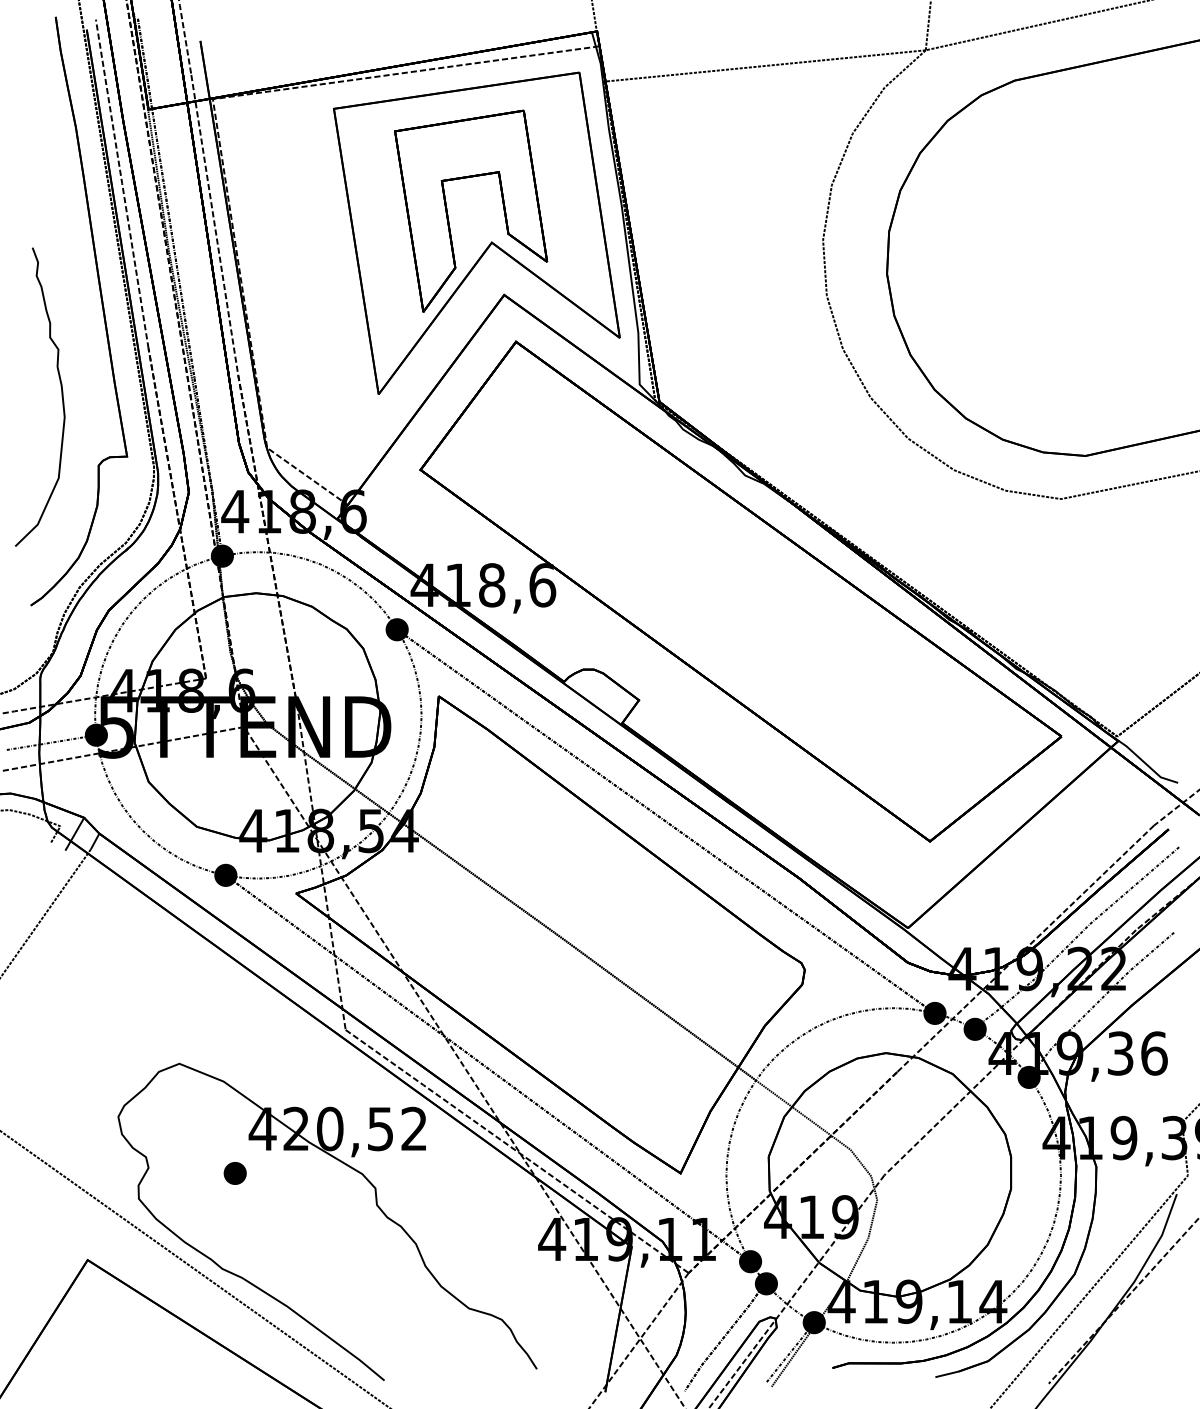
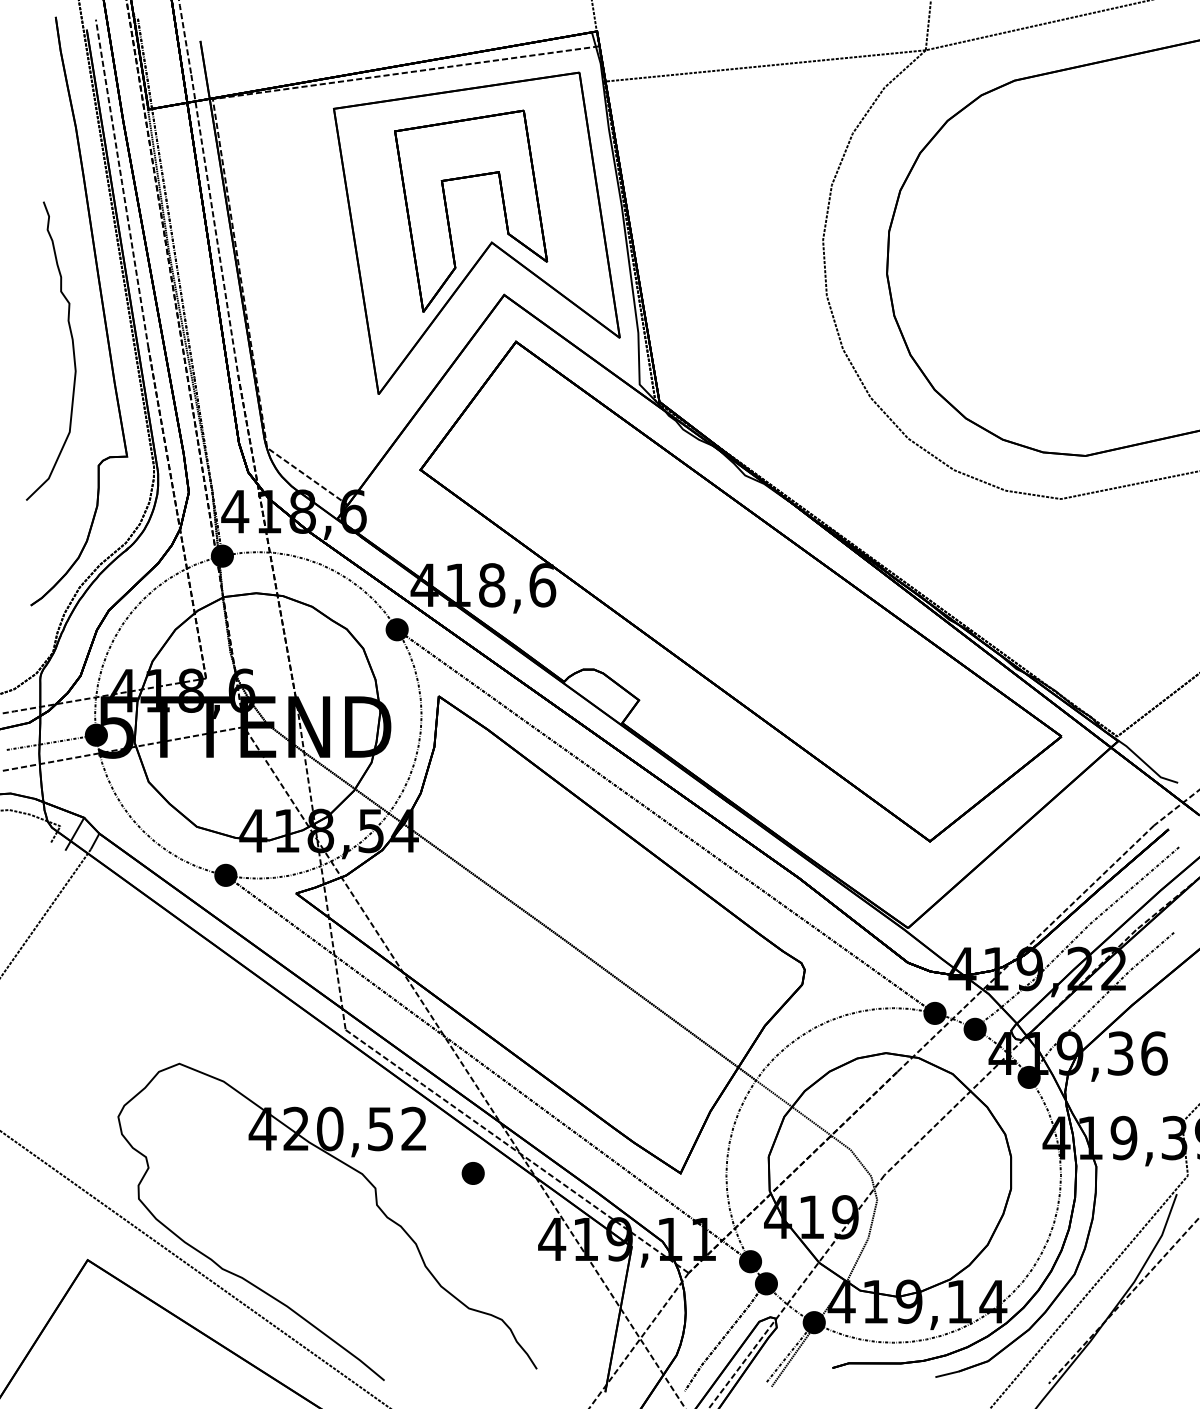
curve at (61, 396) position: (61, 396) -> (72, 350)
part at (234, 1173) position: (234, 1173) -> (472, 1173)
